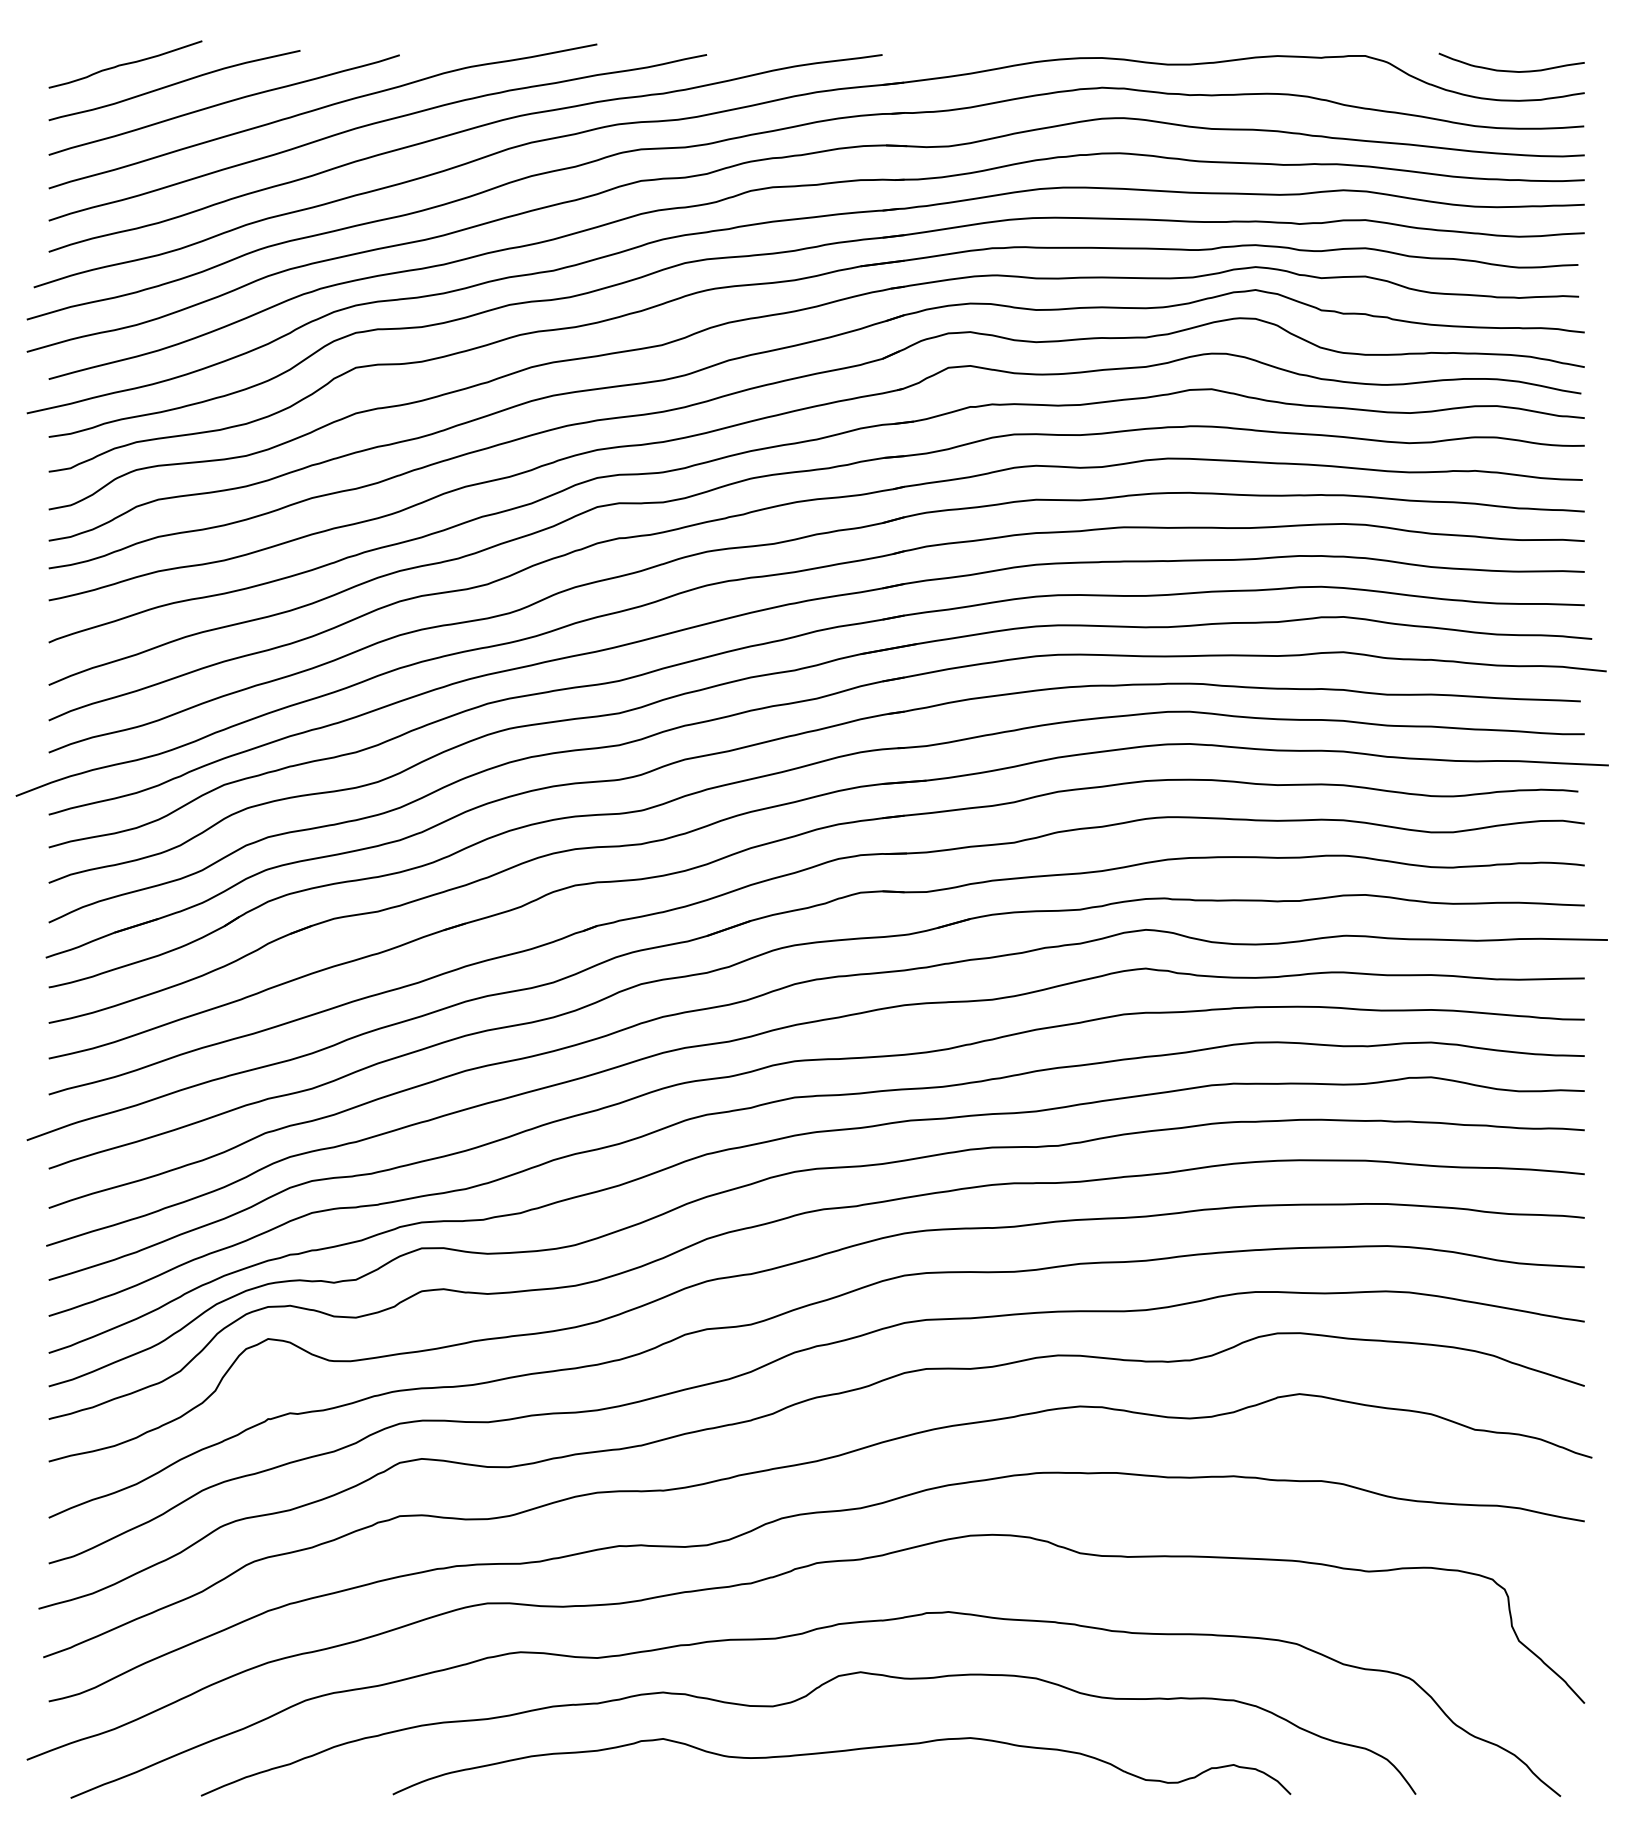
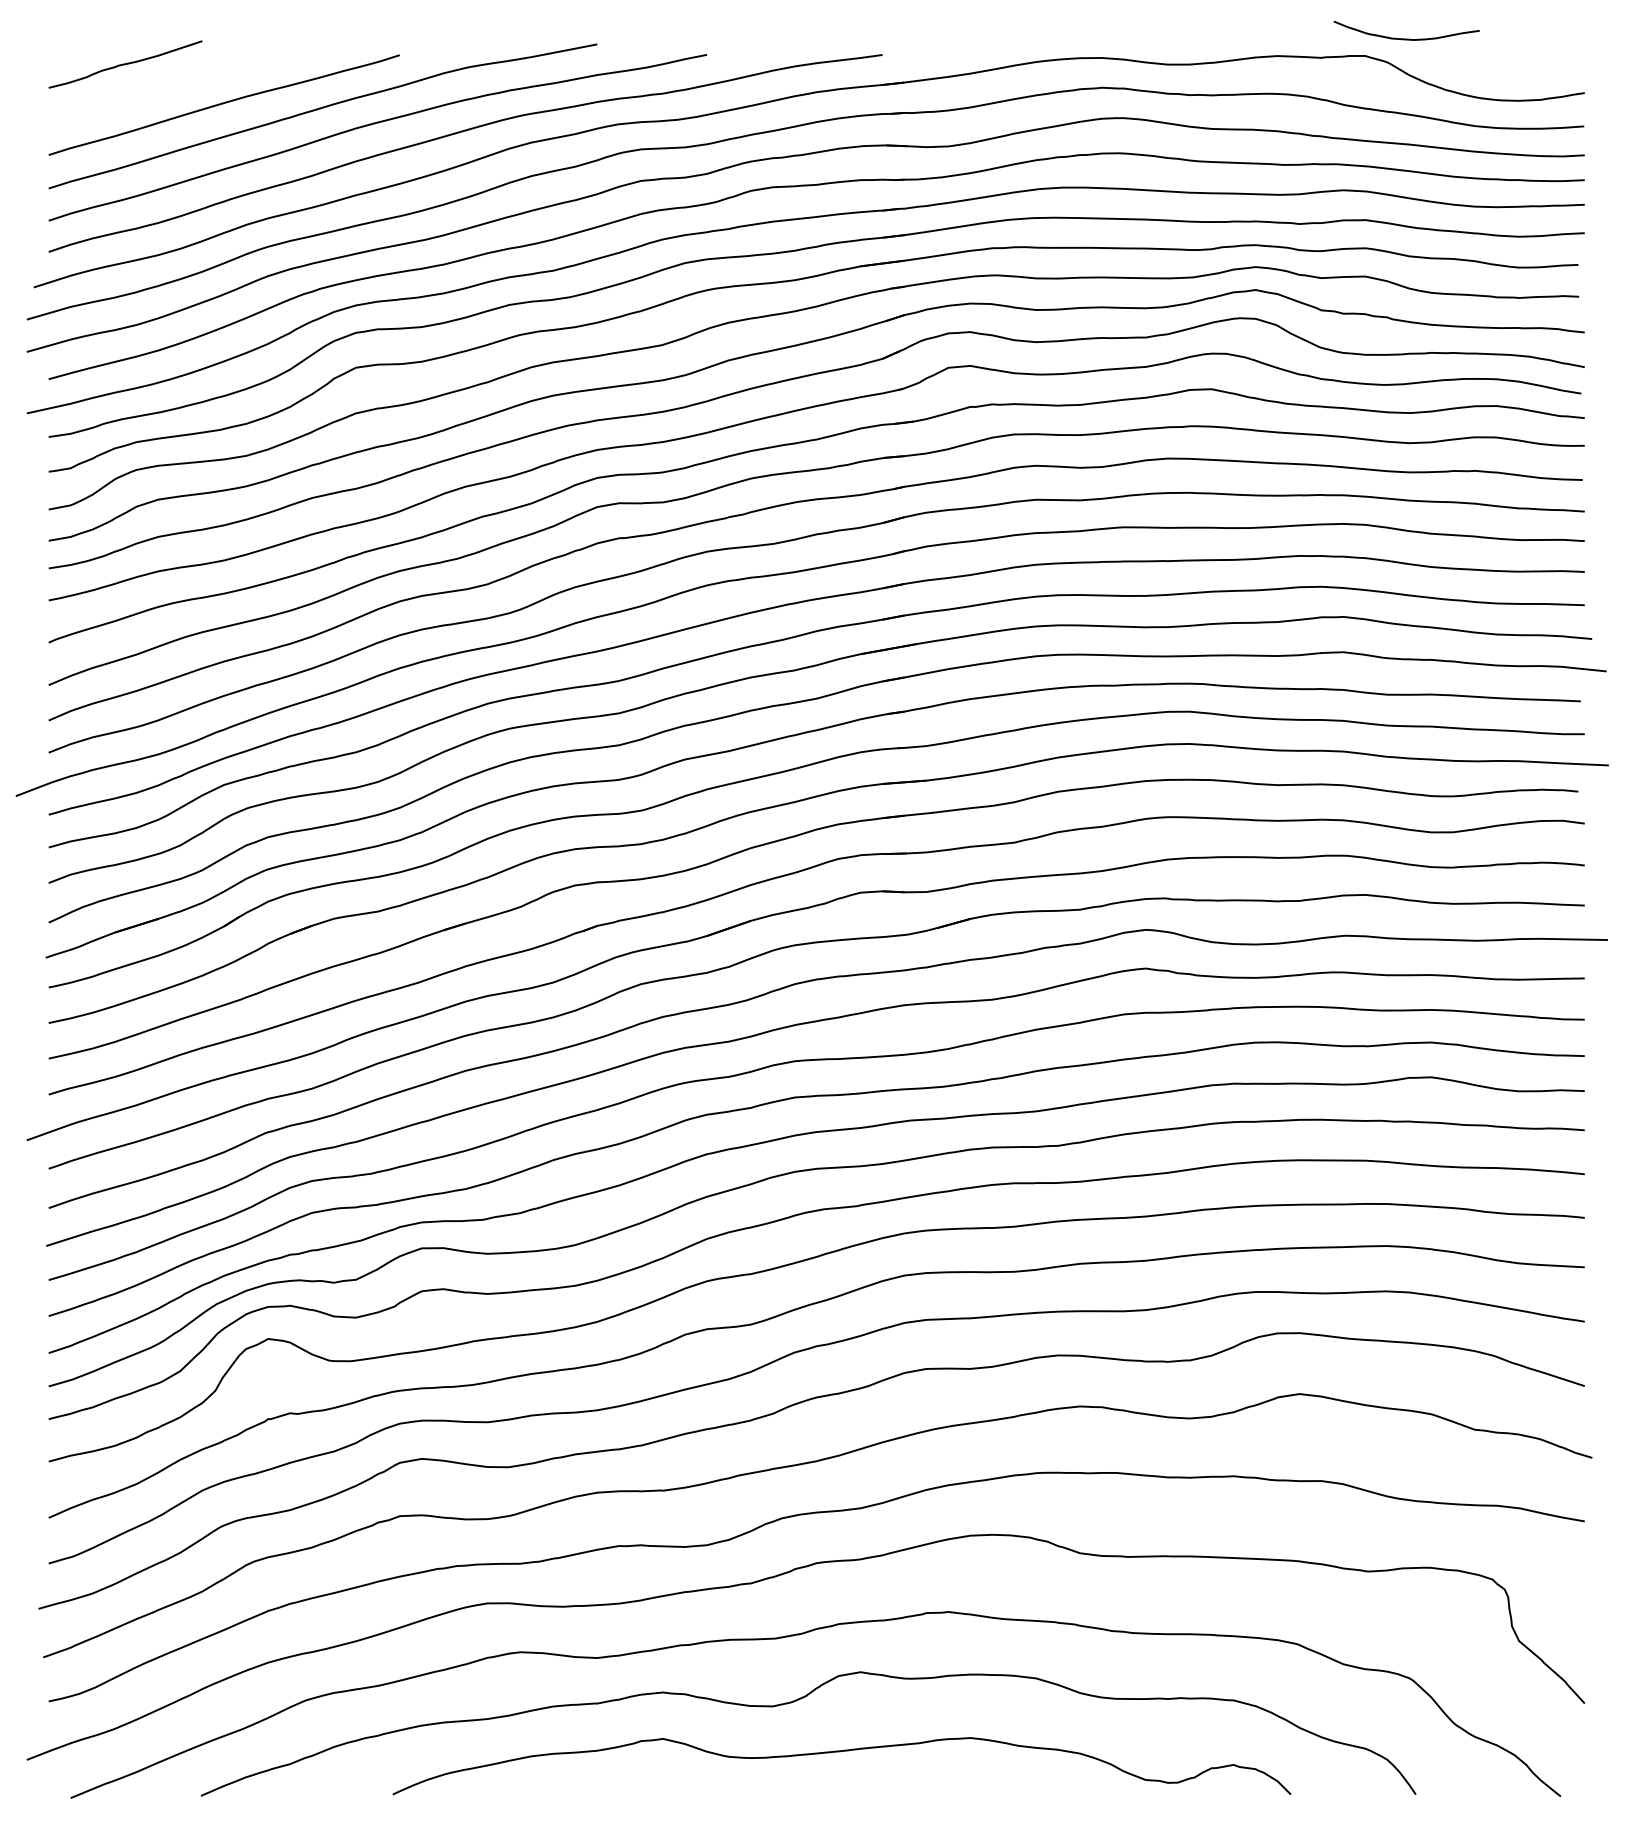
curve at (1511, 70) position: (1511, 70) -> (1406, 38)
curve at (174, 85): present -> none
